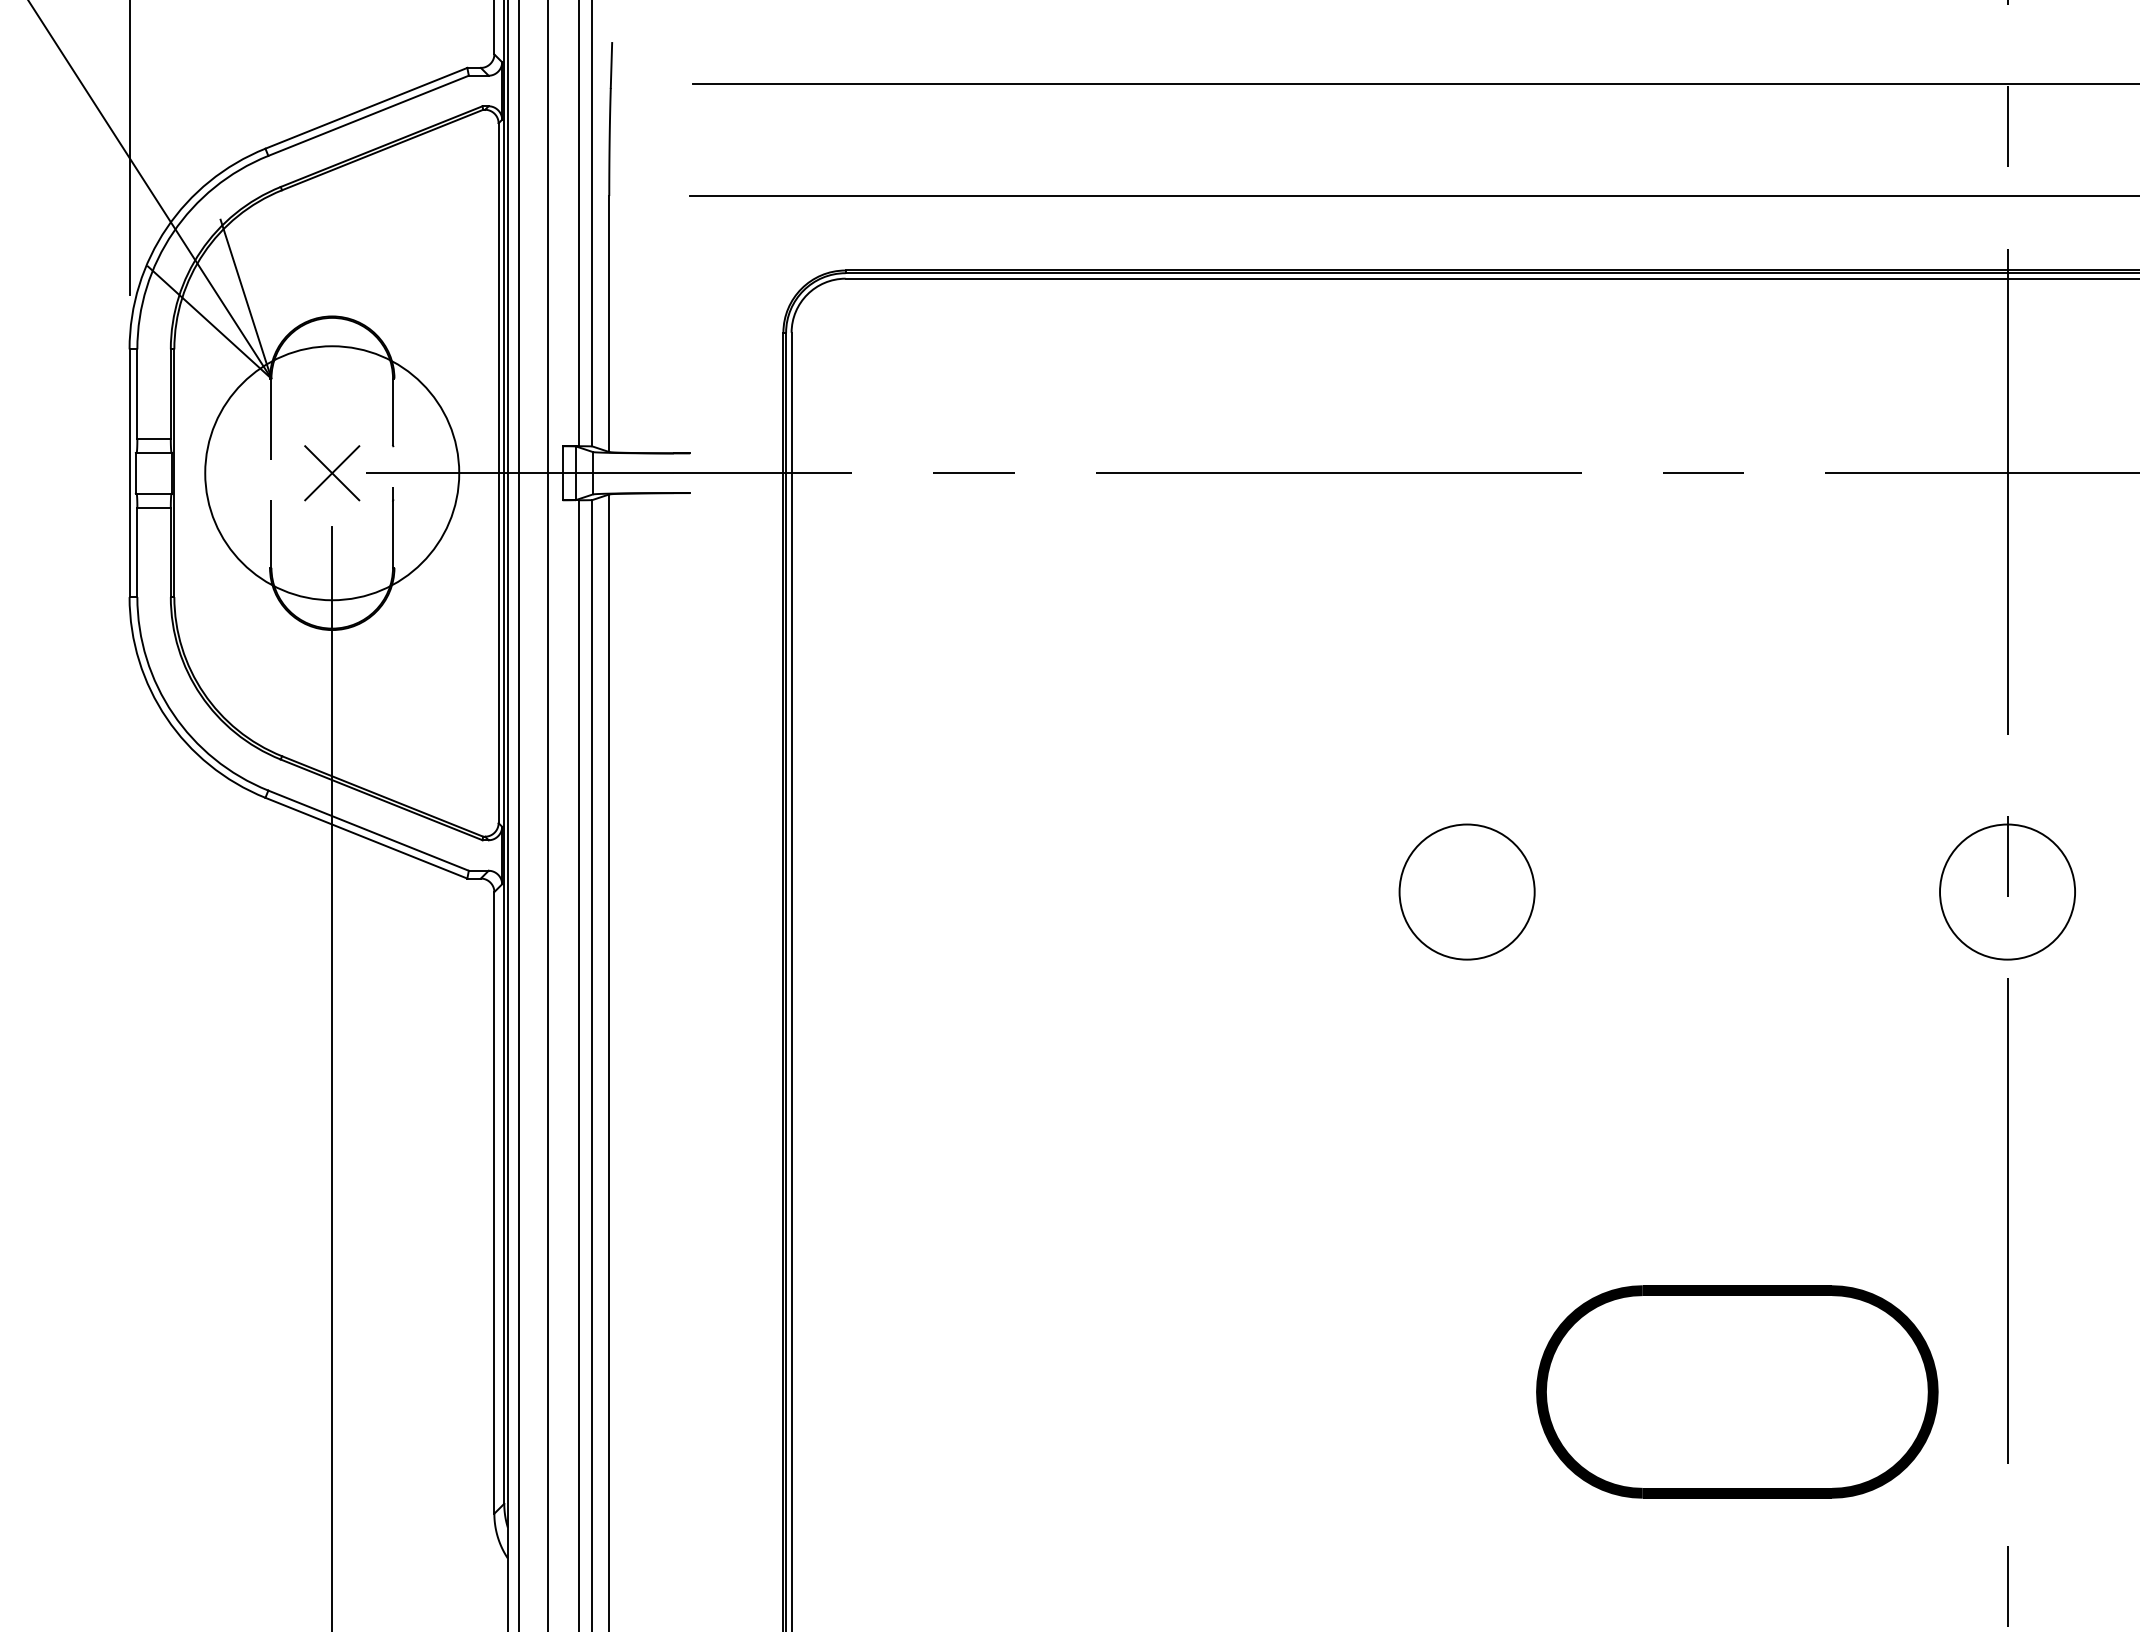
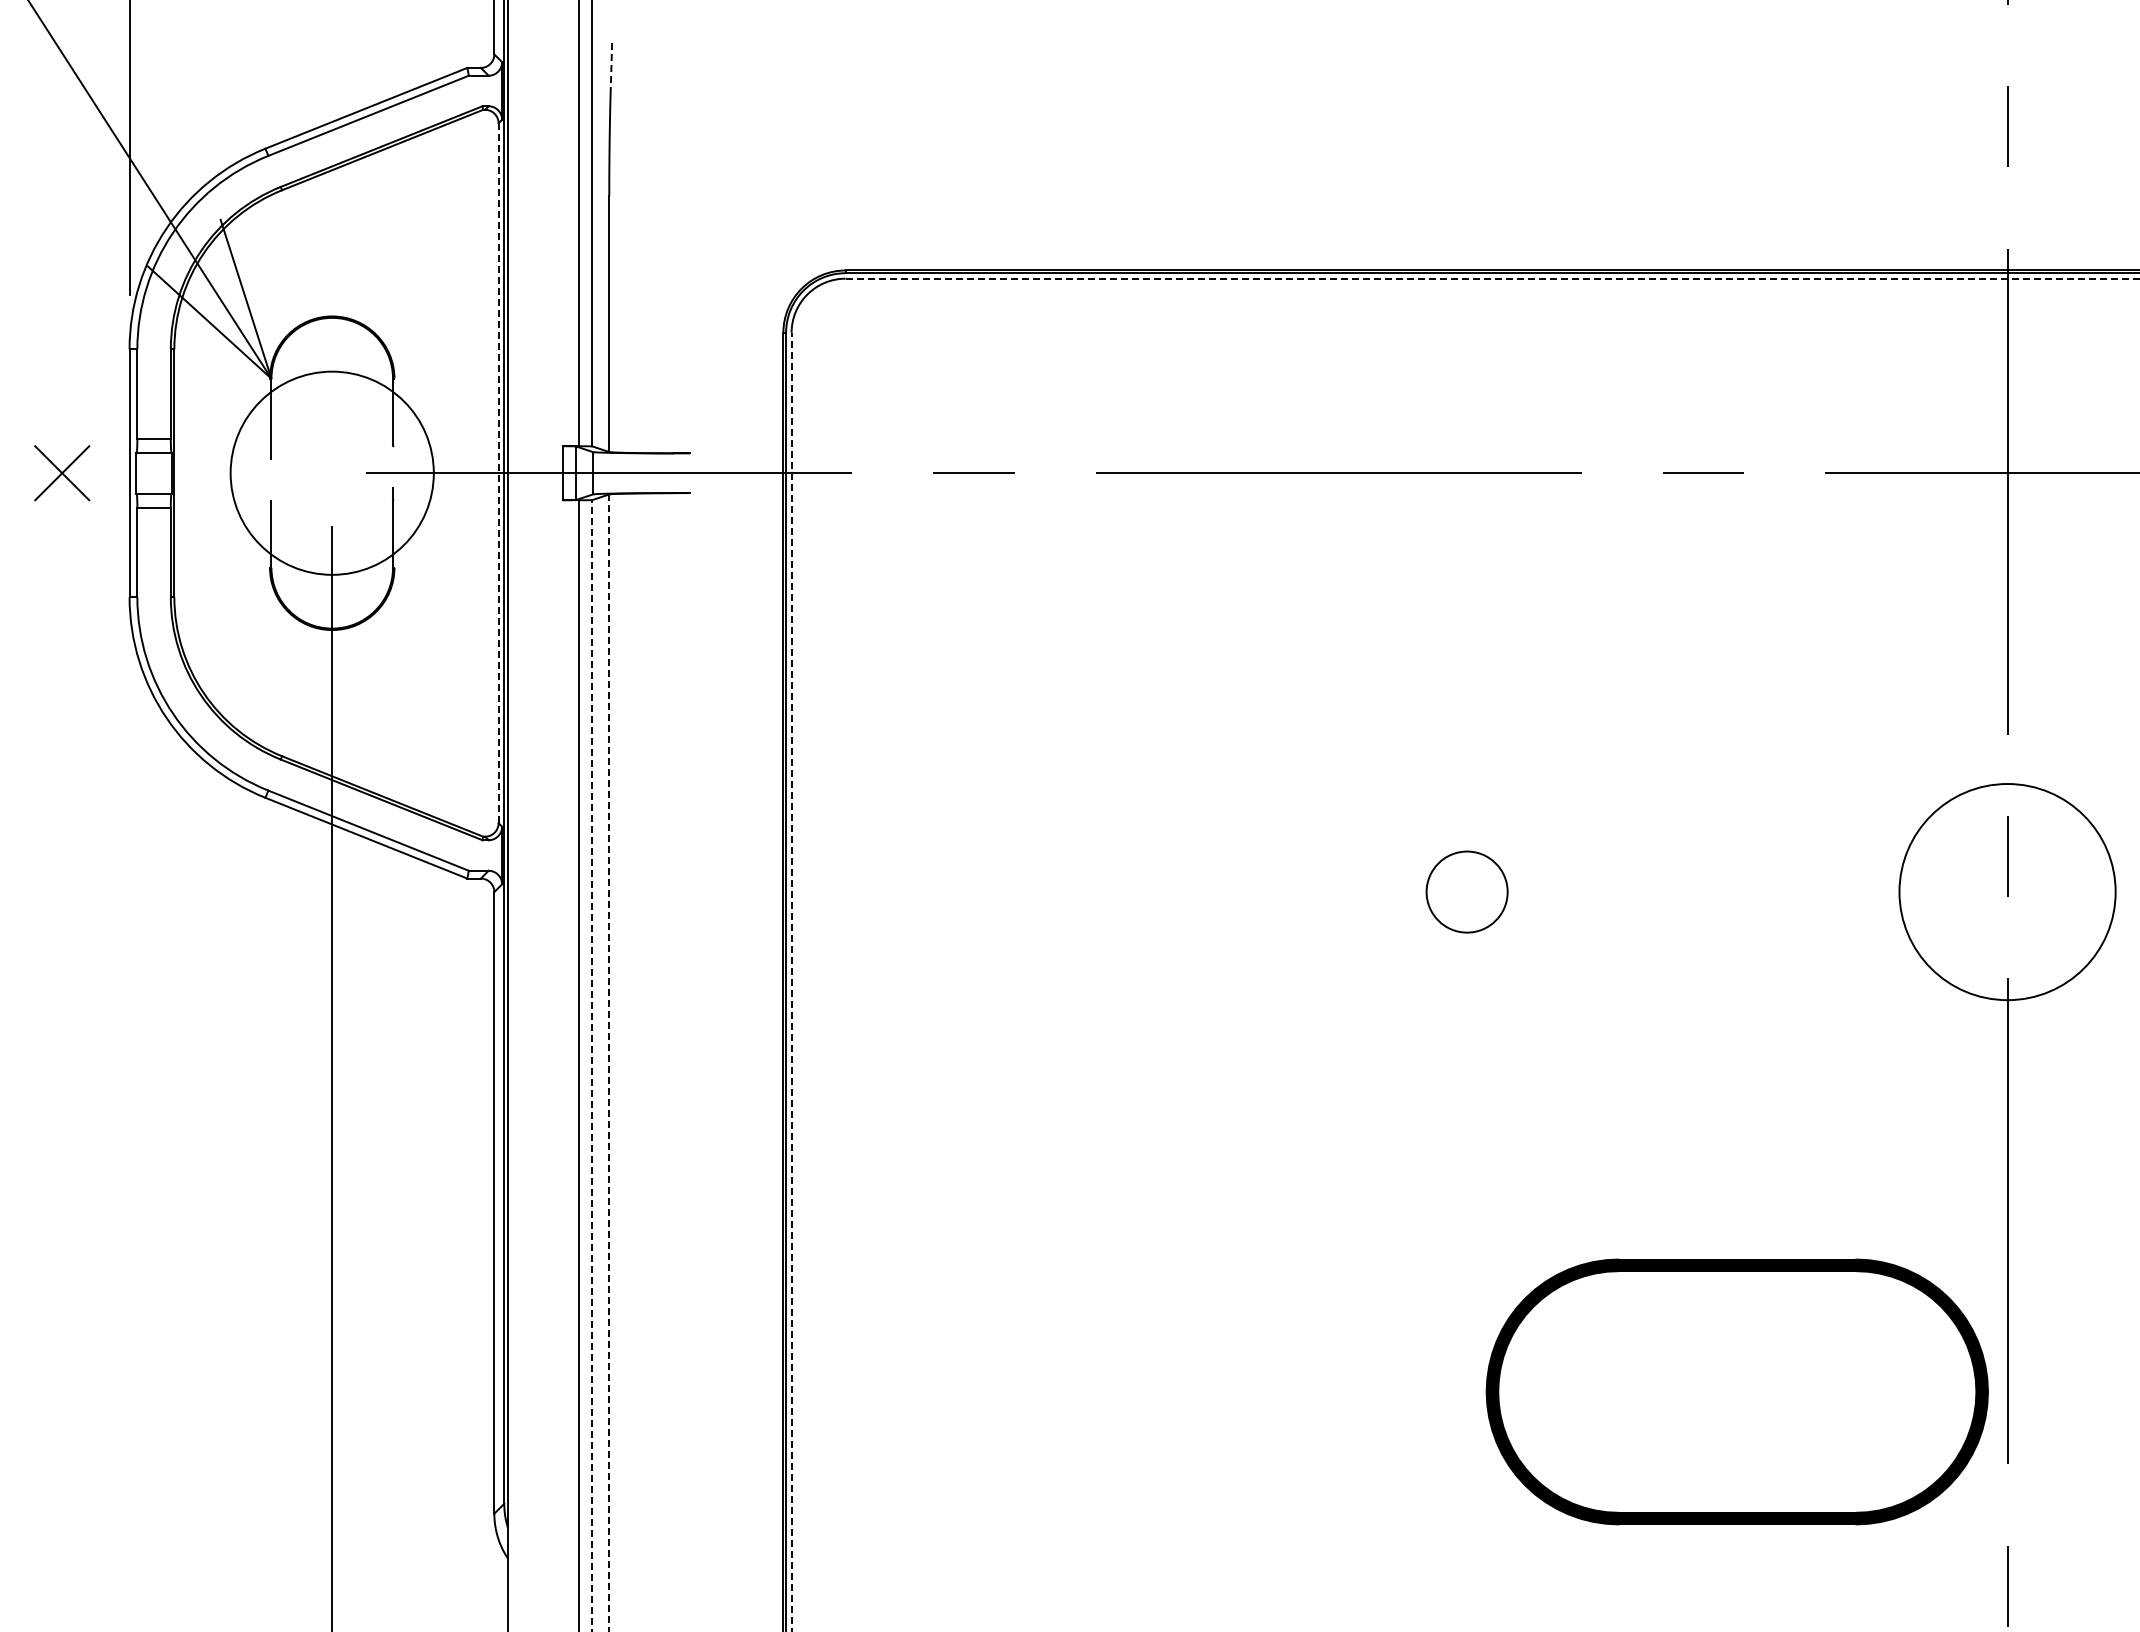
line at (611, 65): solid -> dashed
line at (1414, 83): present -> none
line at (1413, 196): present -> none
line at (1492, 278): solid -> dashed
circle at (332, 473) diameter: 254 px -> 203 px
part at (332, 473) position: (332, 473) -> (62, 473)
line at (498, 473): solid -> dashed
line at (519, 815): present -> none
line at (547, 815): present -> none
circle at (1466, 891) diameter: 135 px -> 81 px
circle at (2007, 891) diameter: 135 px -> 216 px
line at (791, 982): solid -> dashed
line at (609, 1063): solid -> dashed
line at (592, 1065): solid -> dashed
part at (1737, 1391) size: 403x214 px -> 504x268 px
